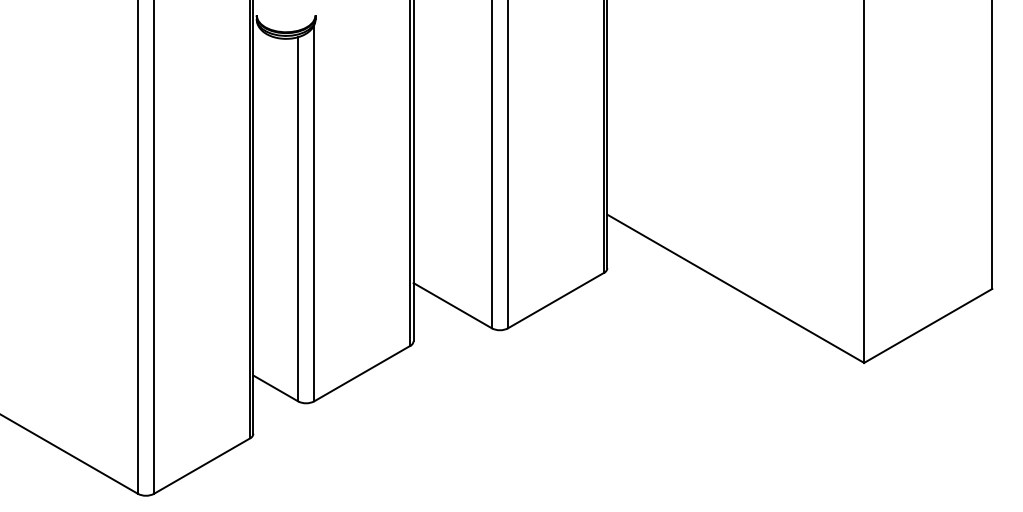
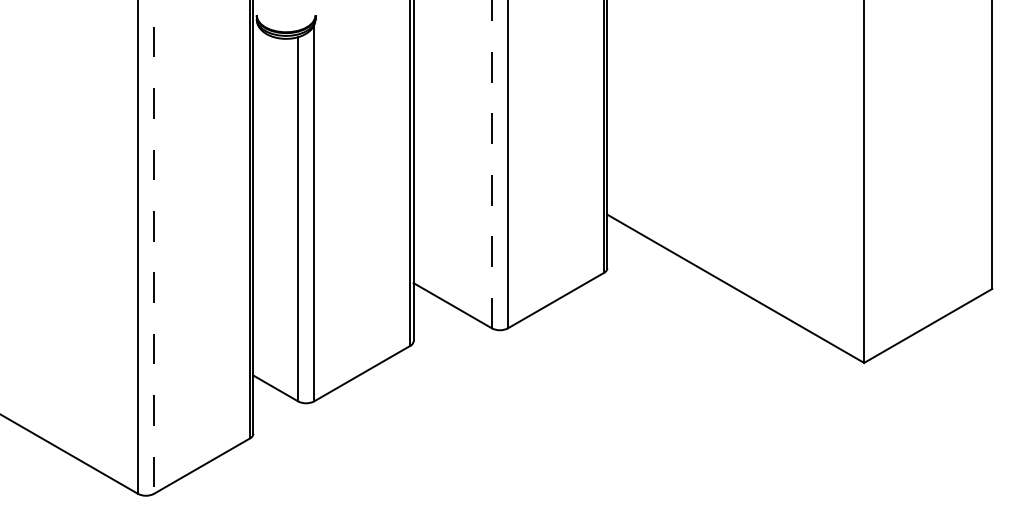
line at (491, 164): solid -> dashed
line at (154, 247): solid -> dashed
